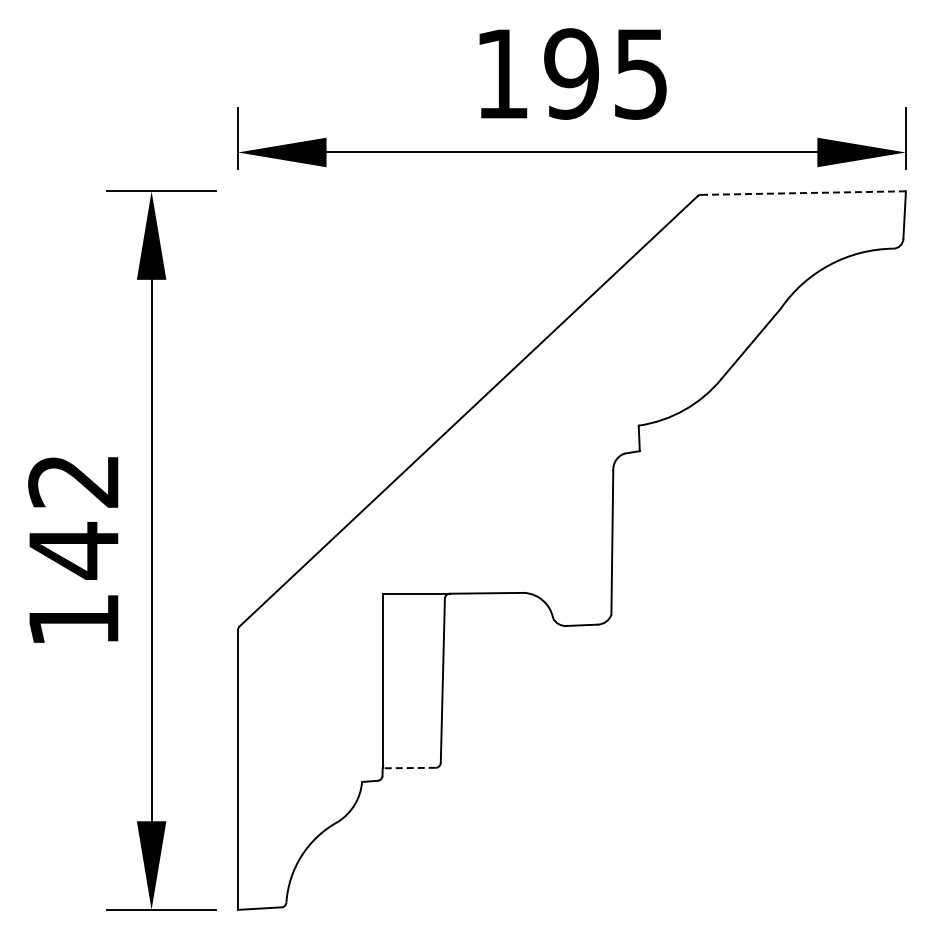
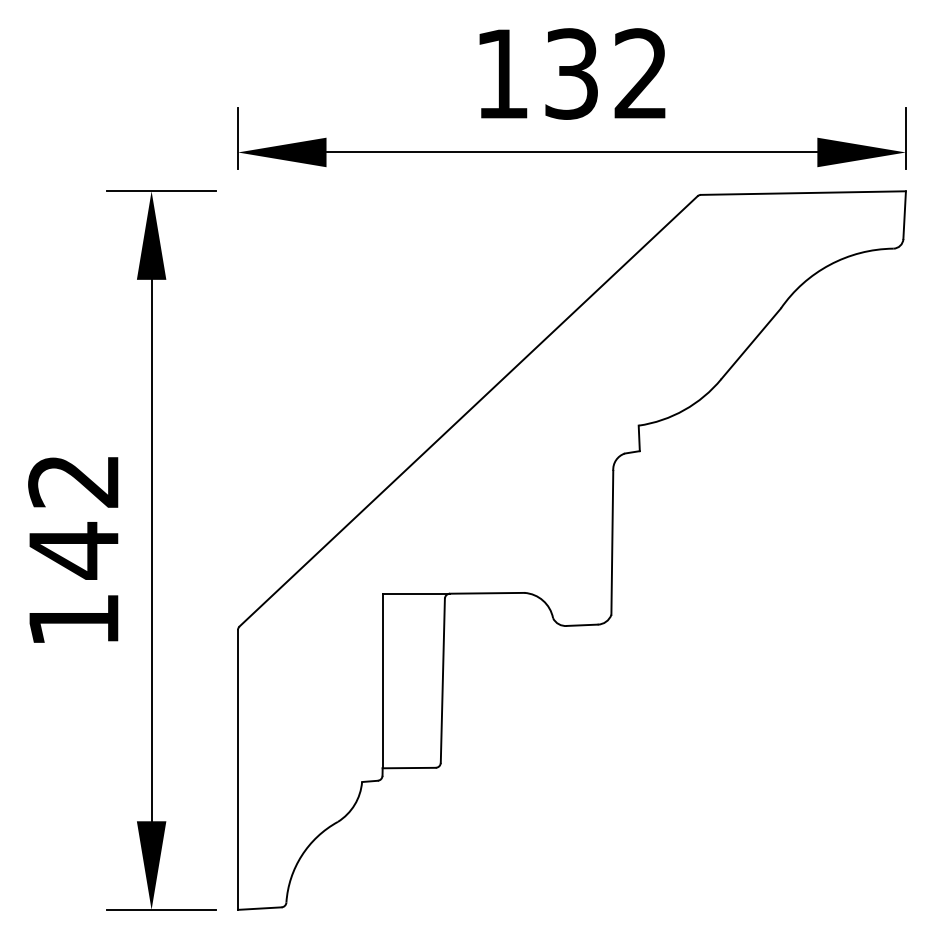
text at (605, 73): 195 -> 132
line at (803, 193): dashed -> solid
line at (409, 768): dashed -> solid
